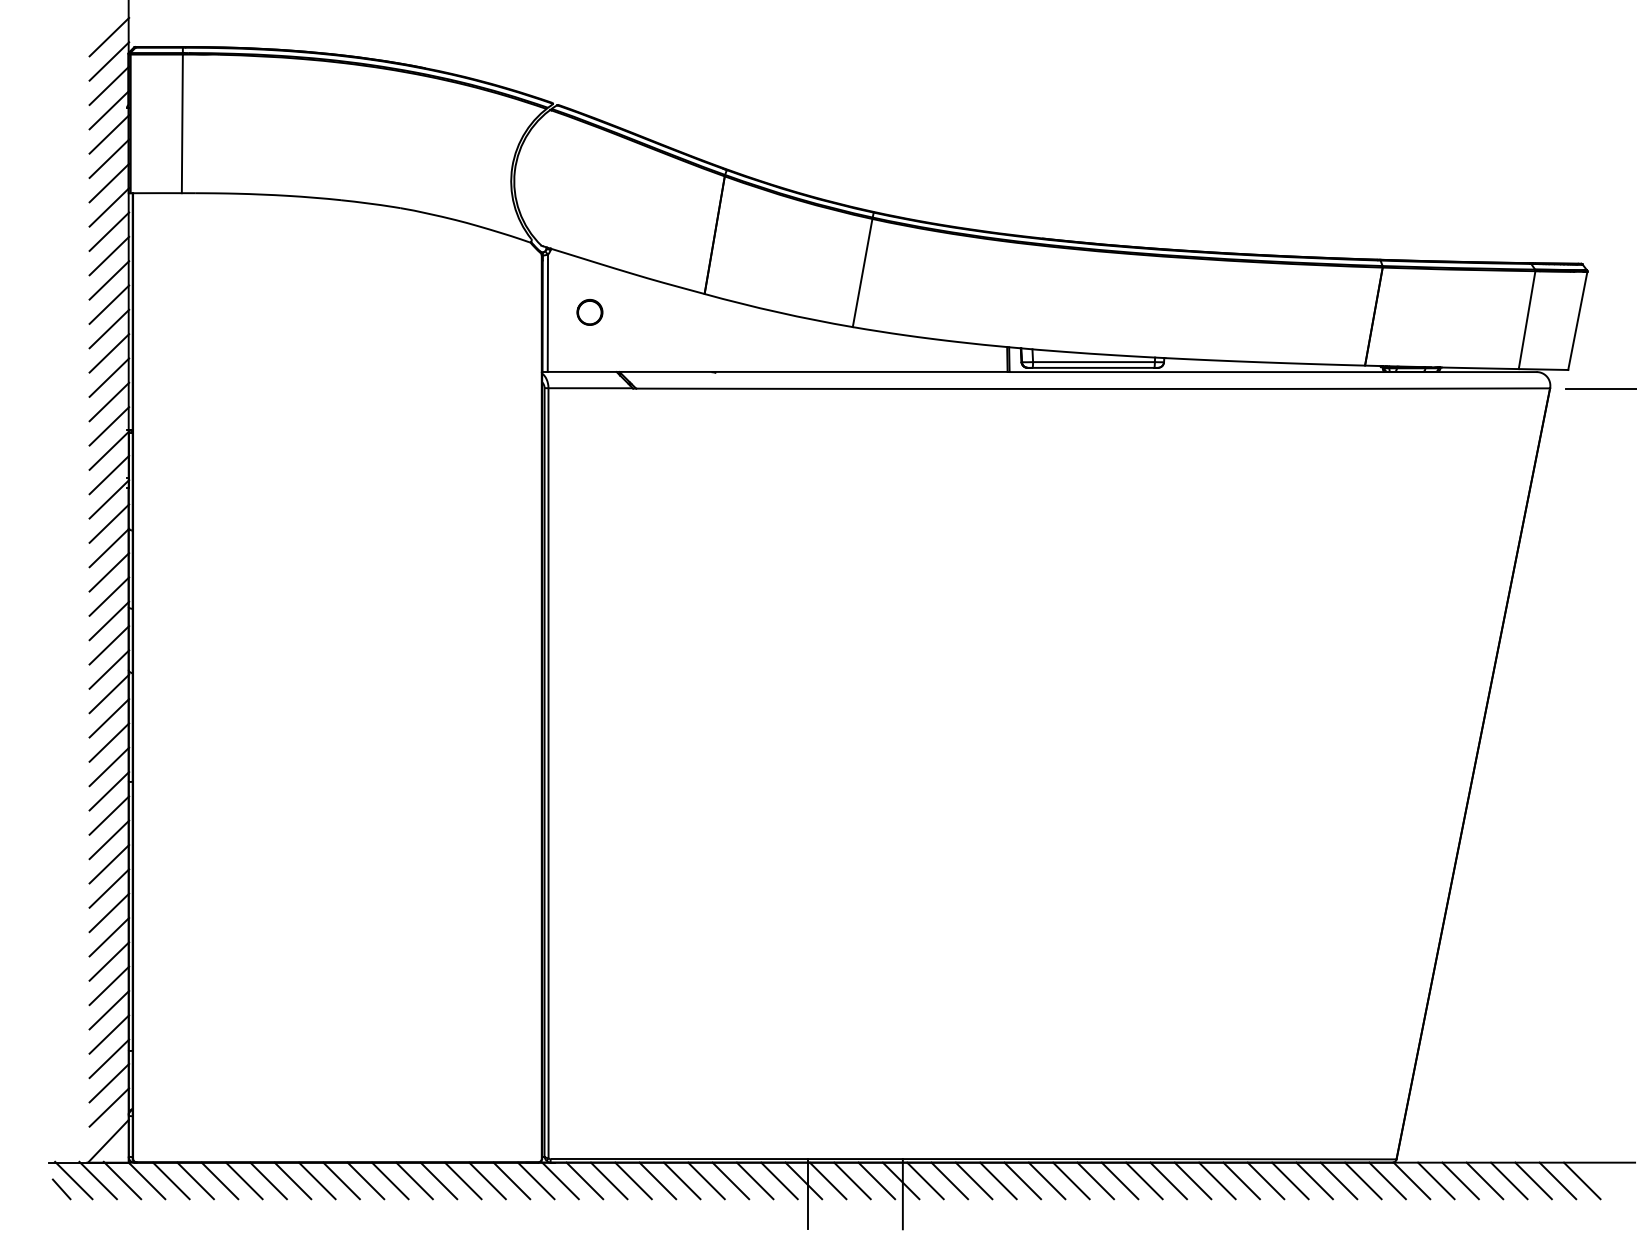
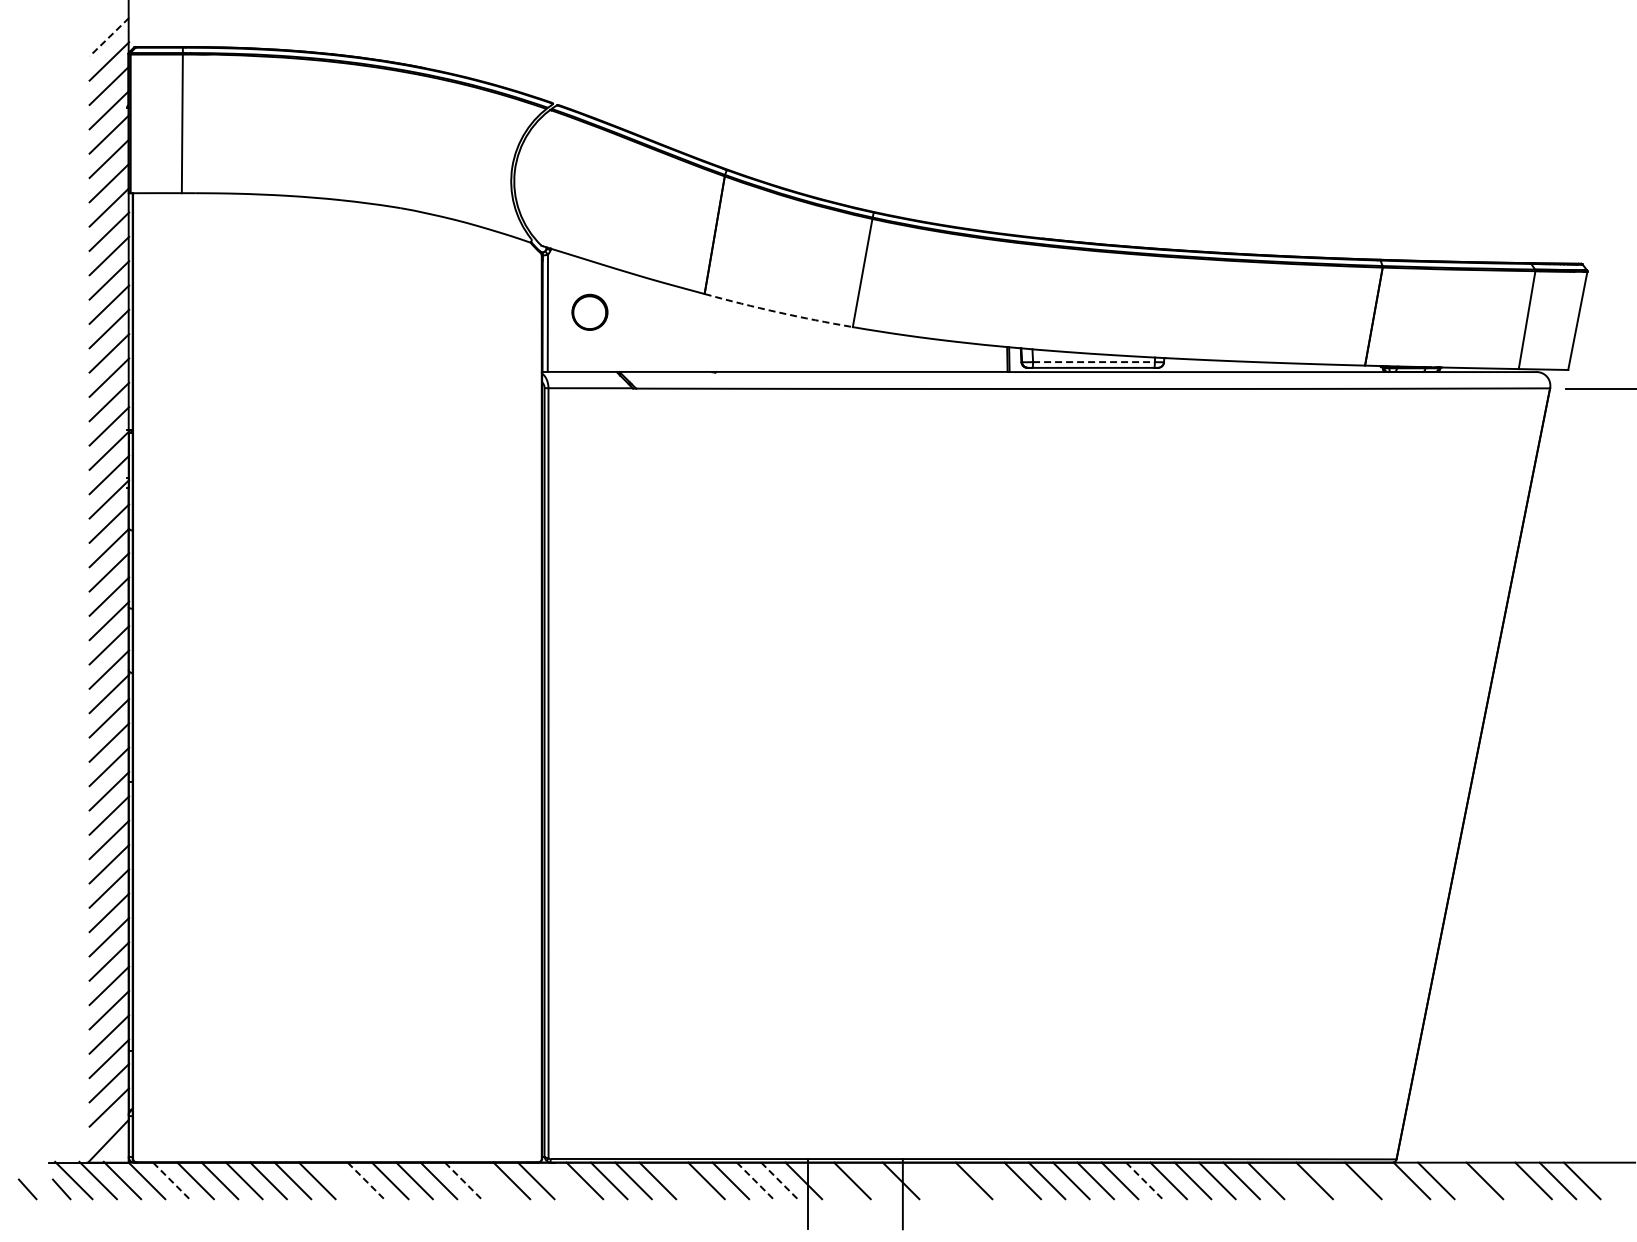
line at (109, 37): solid -> dashed
circle at (589, 312) size: 28x27 px -> 38x38 px
arc at (778, 312): solid -> dashed
line at (1093, 362): solid -> dashed
line at (171, 1180): solid -> dashed
line at (341, 1180): present -> none
line at (365, 1180): solid -> dashed
line at (463, 1180): solid -> dashed
line at (487, 1180): present -> none
line at (560, 1180): present -> none
line at (681, 1180): present -> none
line at (755, 1180): solid -> dashed
line at (779, 1180): solid -> dashed
line at (827, 1180): present -> none
line at (876, 1180): present -> none
line at (925, 1180): present -> none
line at (949, 1180): present -> none
line at (998, 1180): present -> none
line at (1144, 1180): solid -> dashed
line at (1290, 1180): present -> none
line at (1338, 1180): present -> none
line at (1387, 1180): present -> none
line at (1460, 1180): present -> none
line at (1509, 1180): present -> none
line at (27, 1189): none -> present
